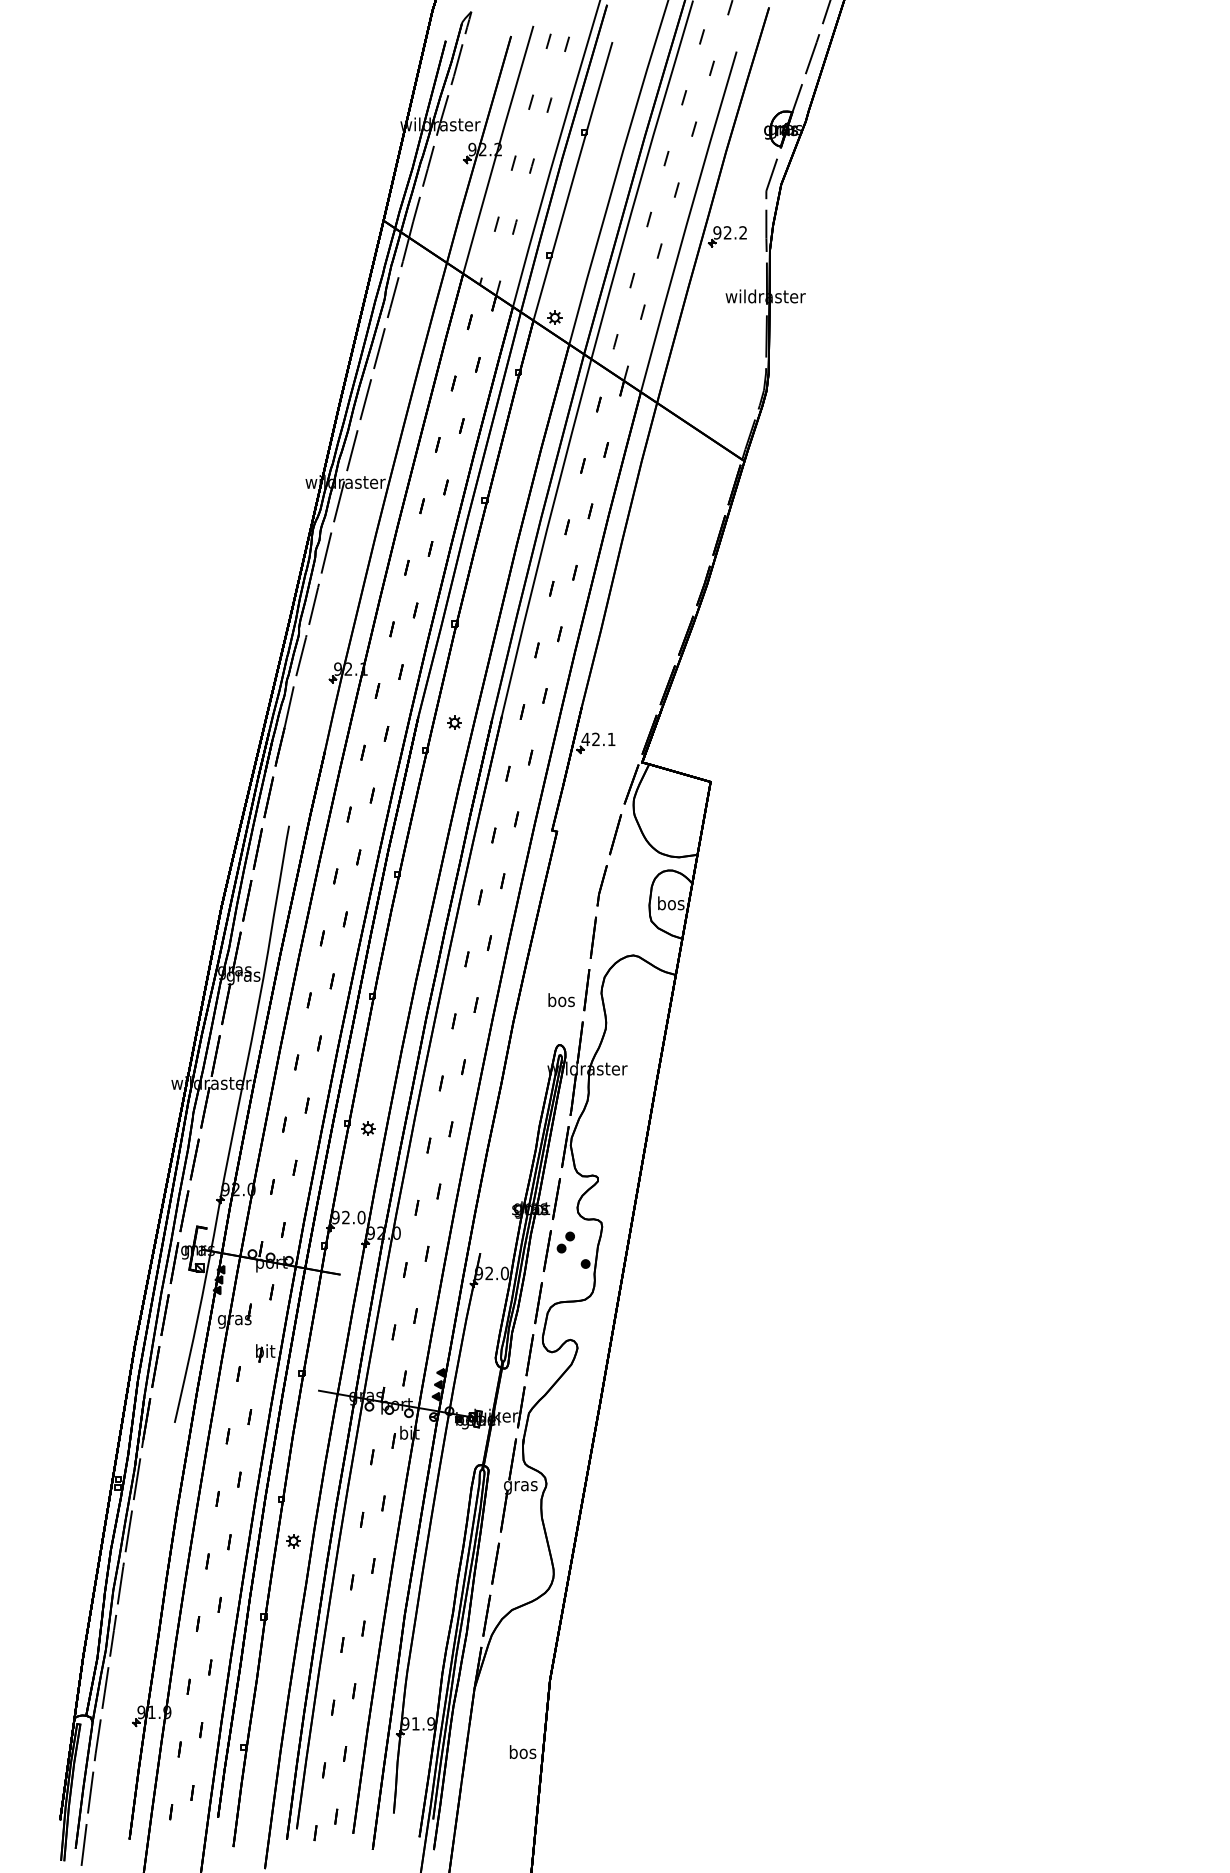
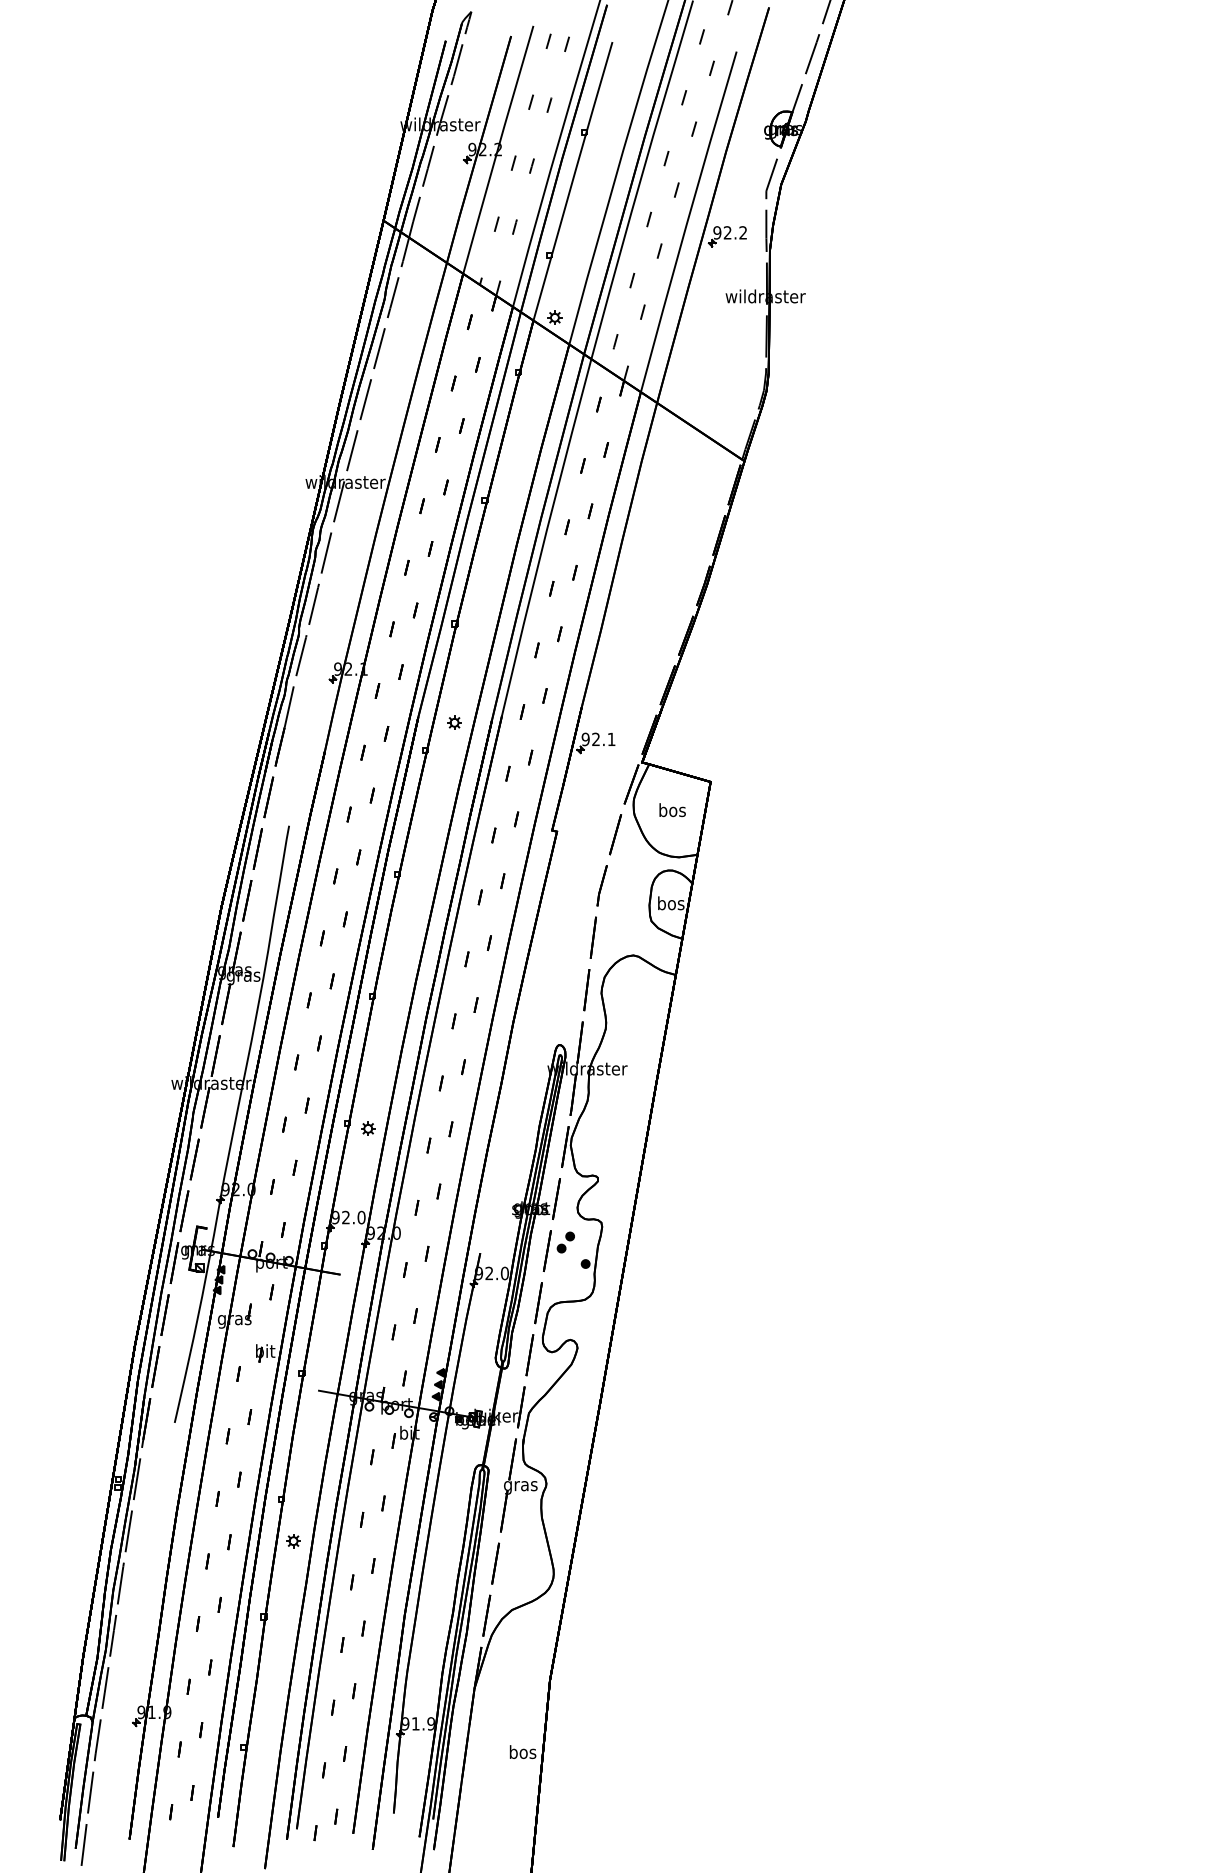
text at (585, 739): 42.1 -> 92.1
text at (561, 1000) position: (561, 1000) -> (672, 810)
